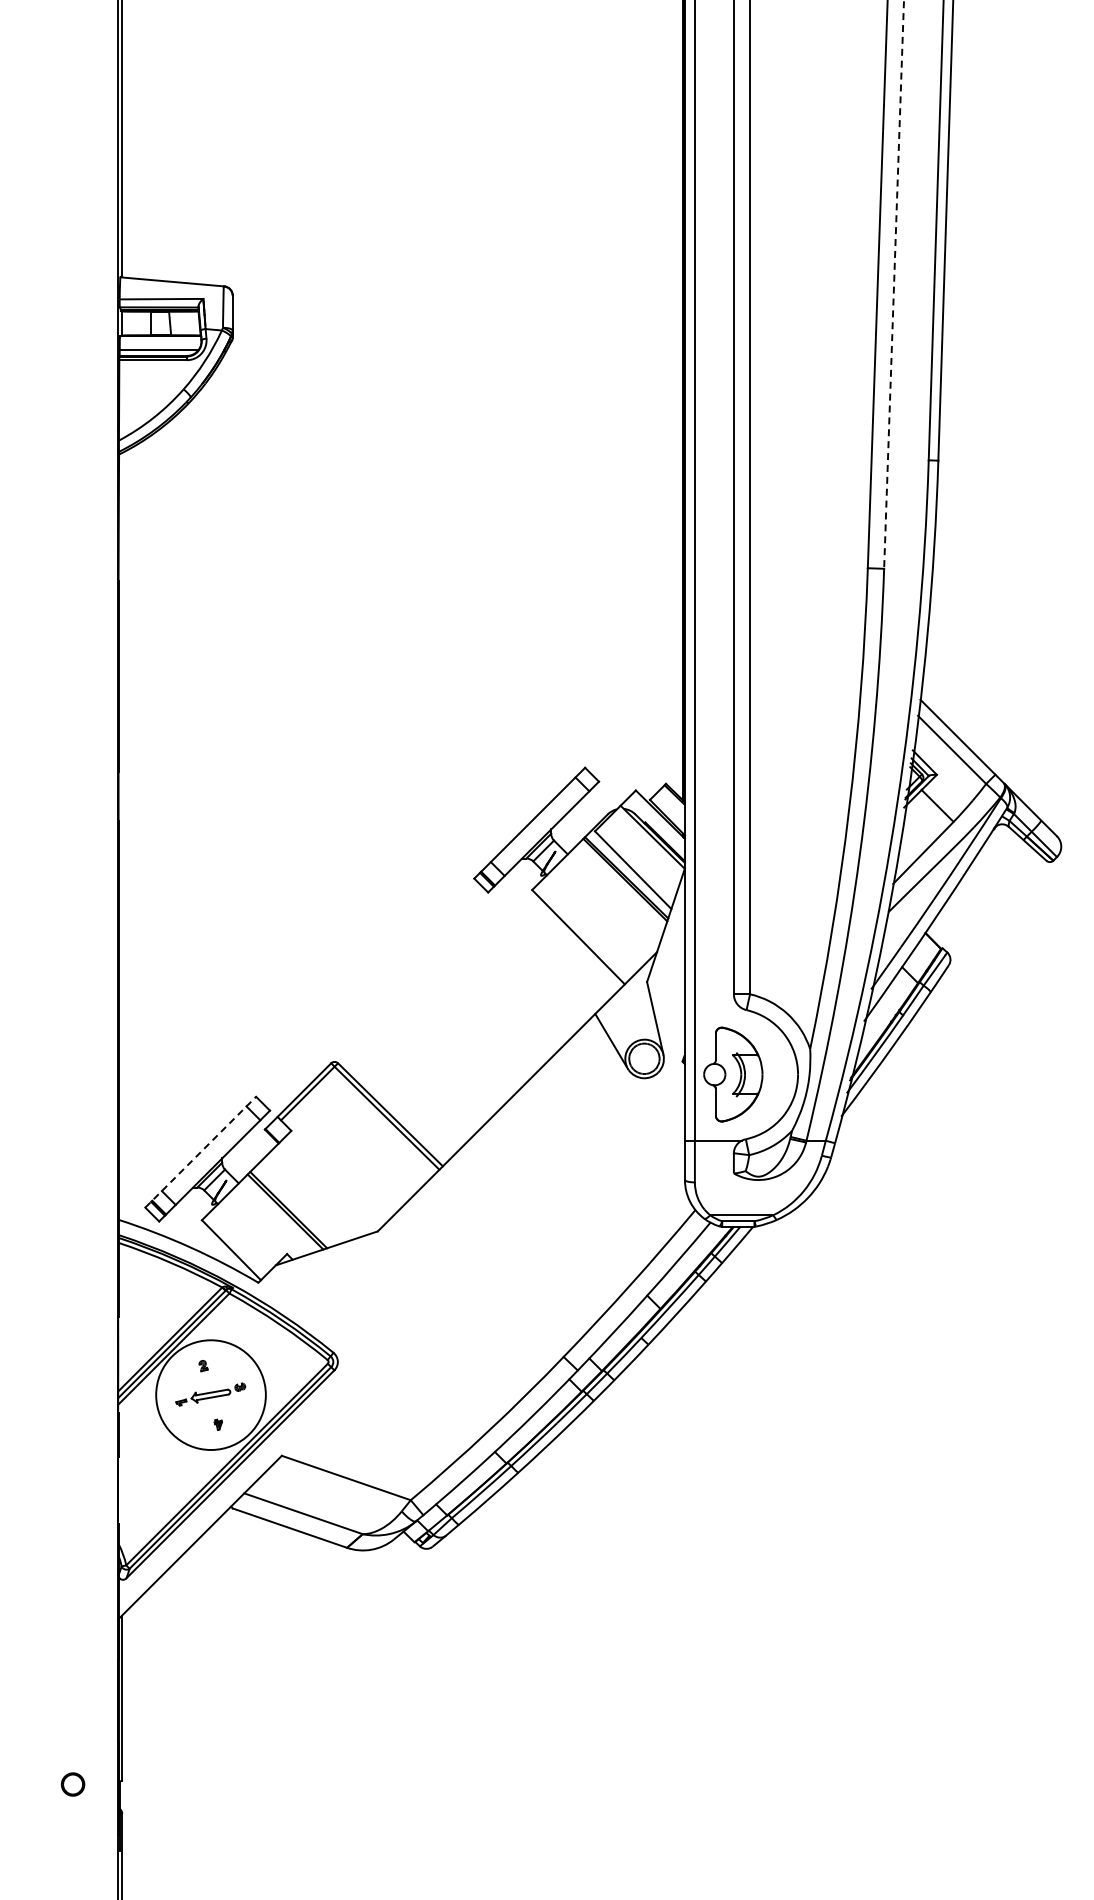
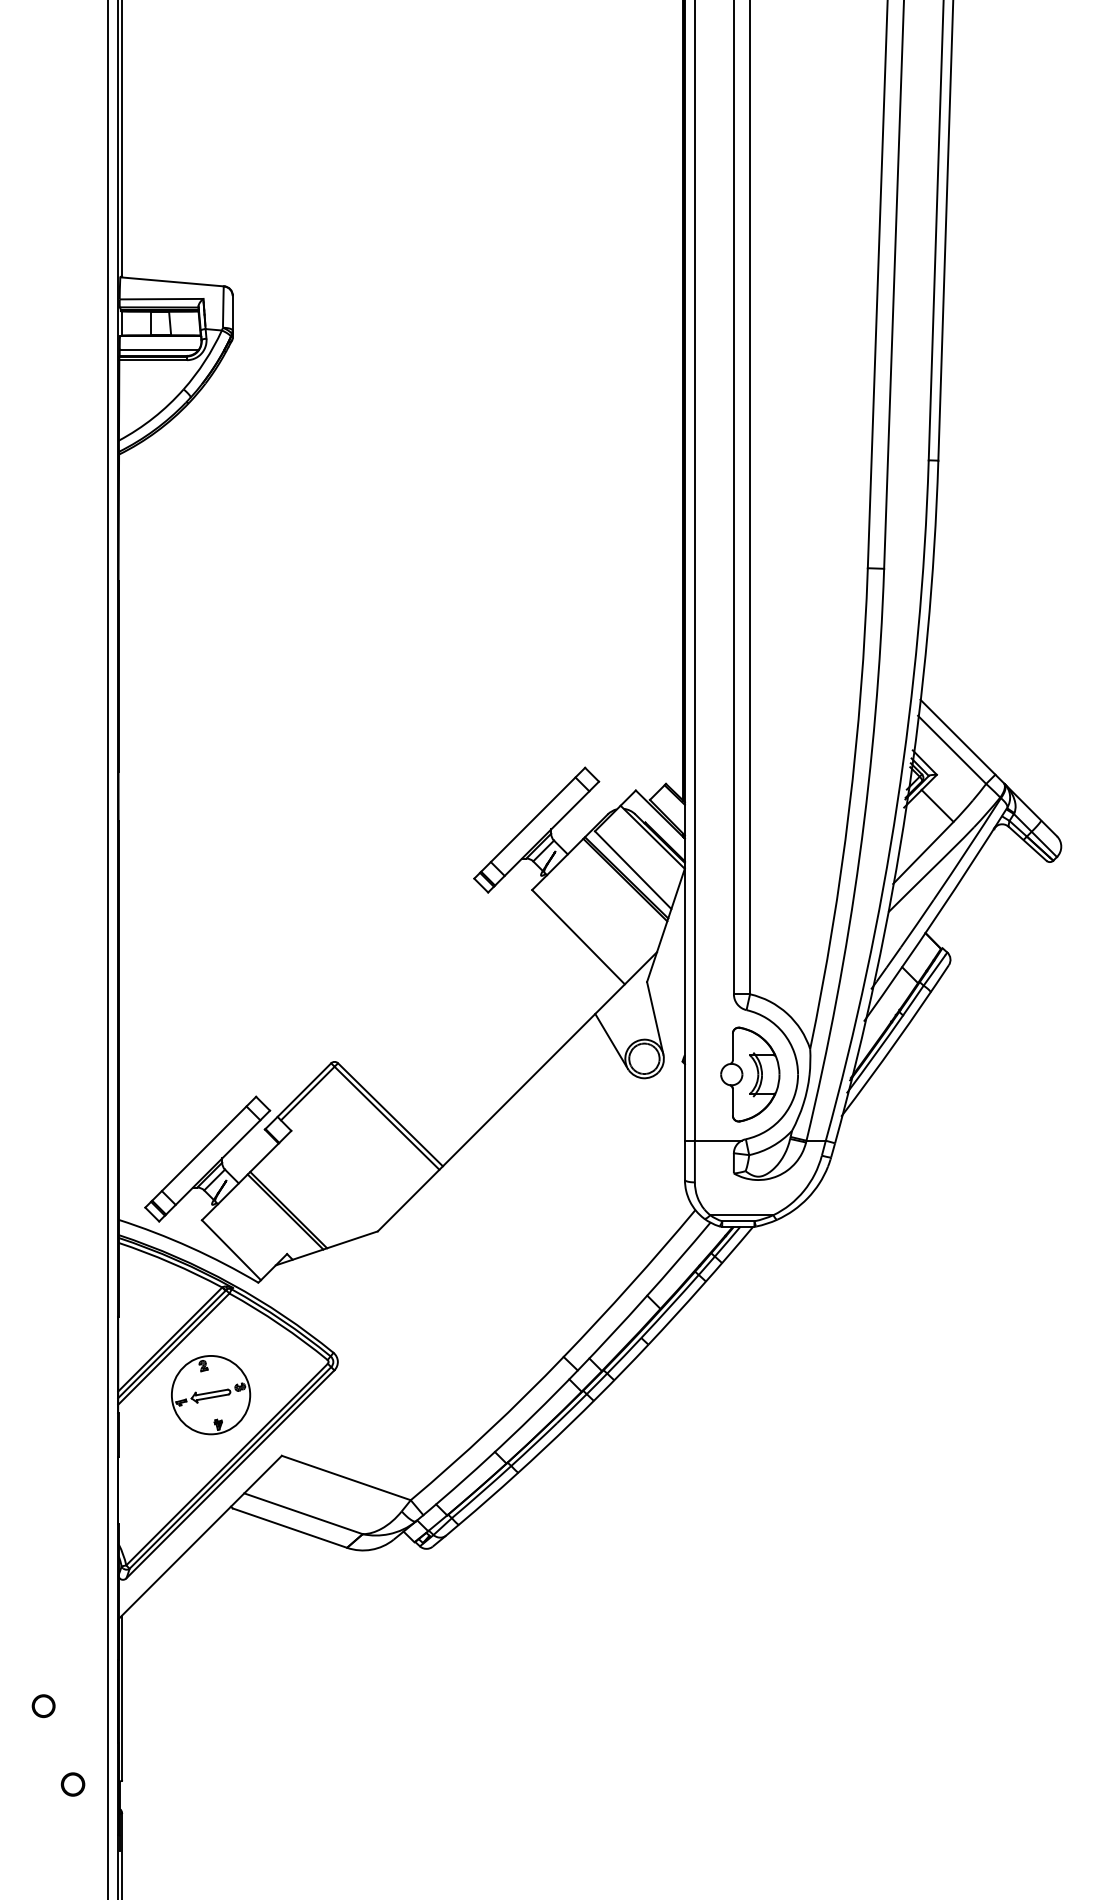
line at (894, 284): dashed -> solid
line at (108, 949): none -> present
part at (733, 1074) position: (733, 1074) -> (750, 1074)
line at (201, 1151): dashed -> solid
circle at (210, 1395) diameter: 110 px -> 78 px
part at (43, 1706): none -> present
